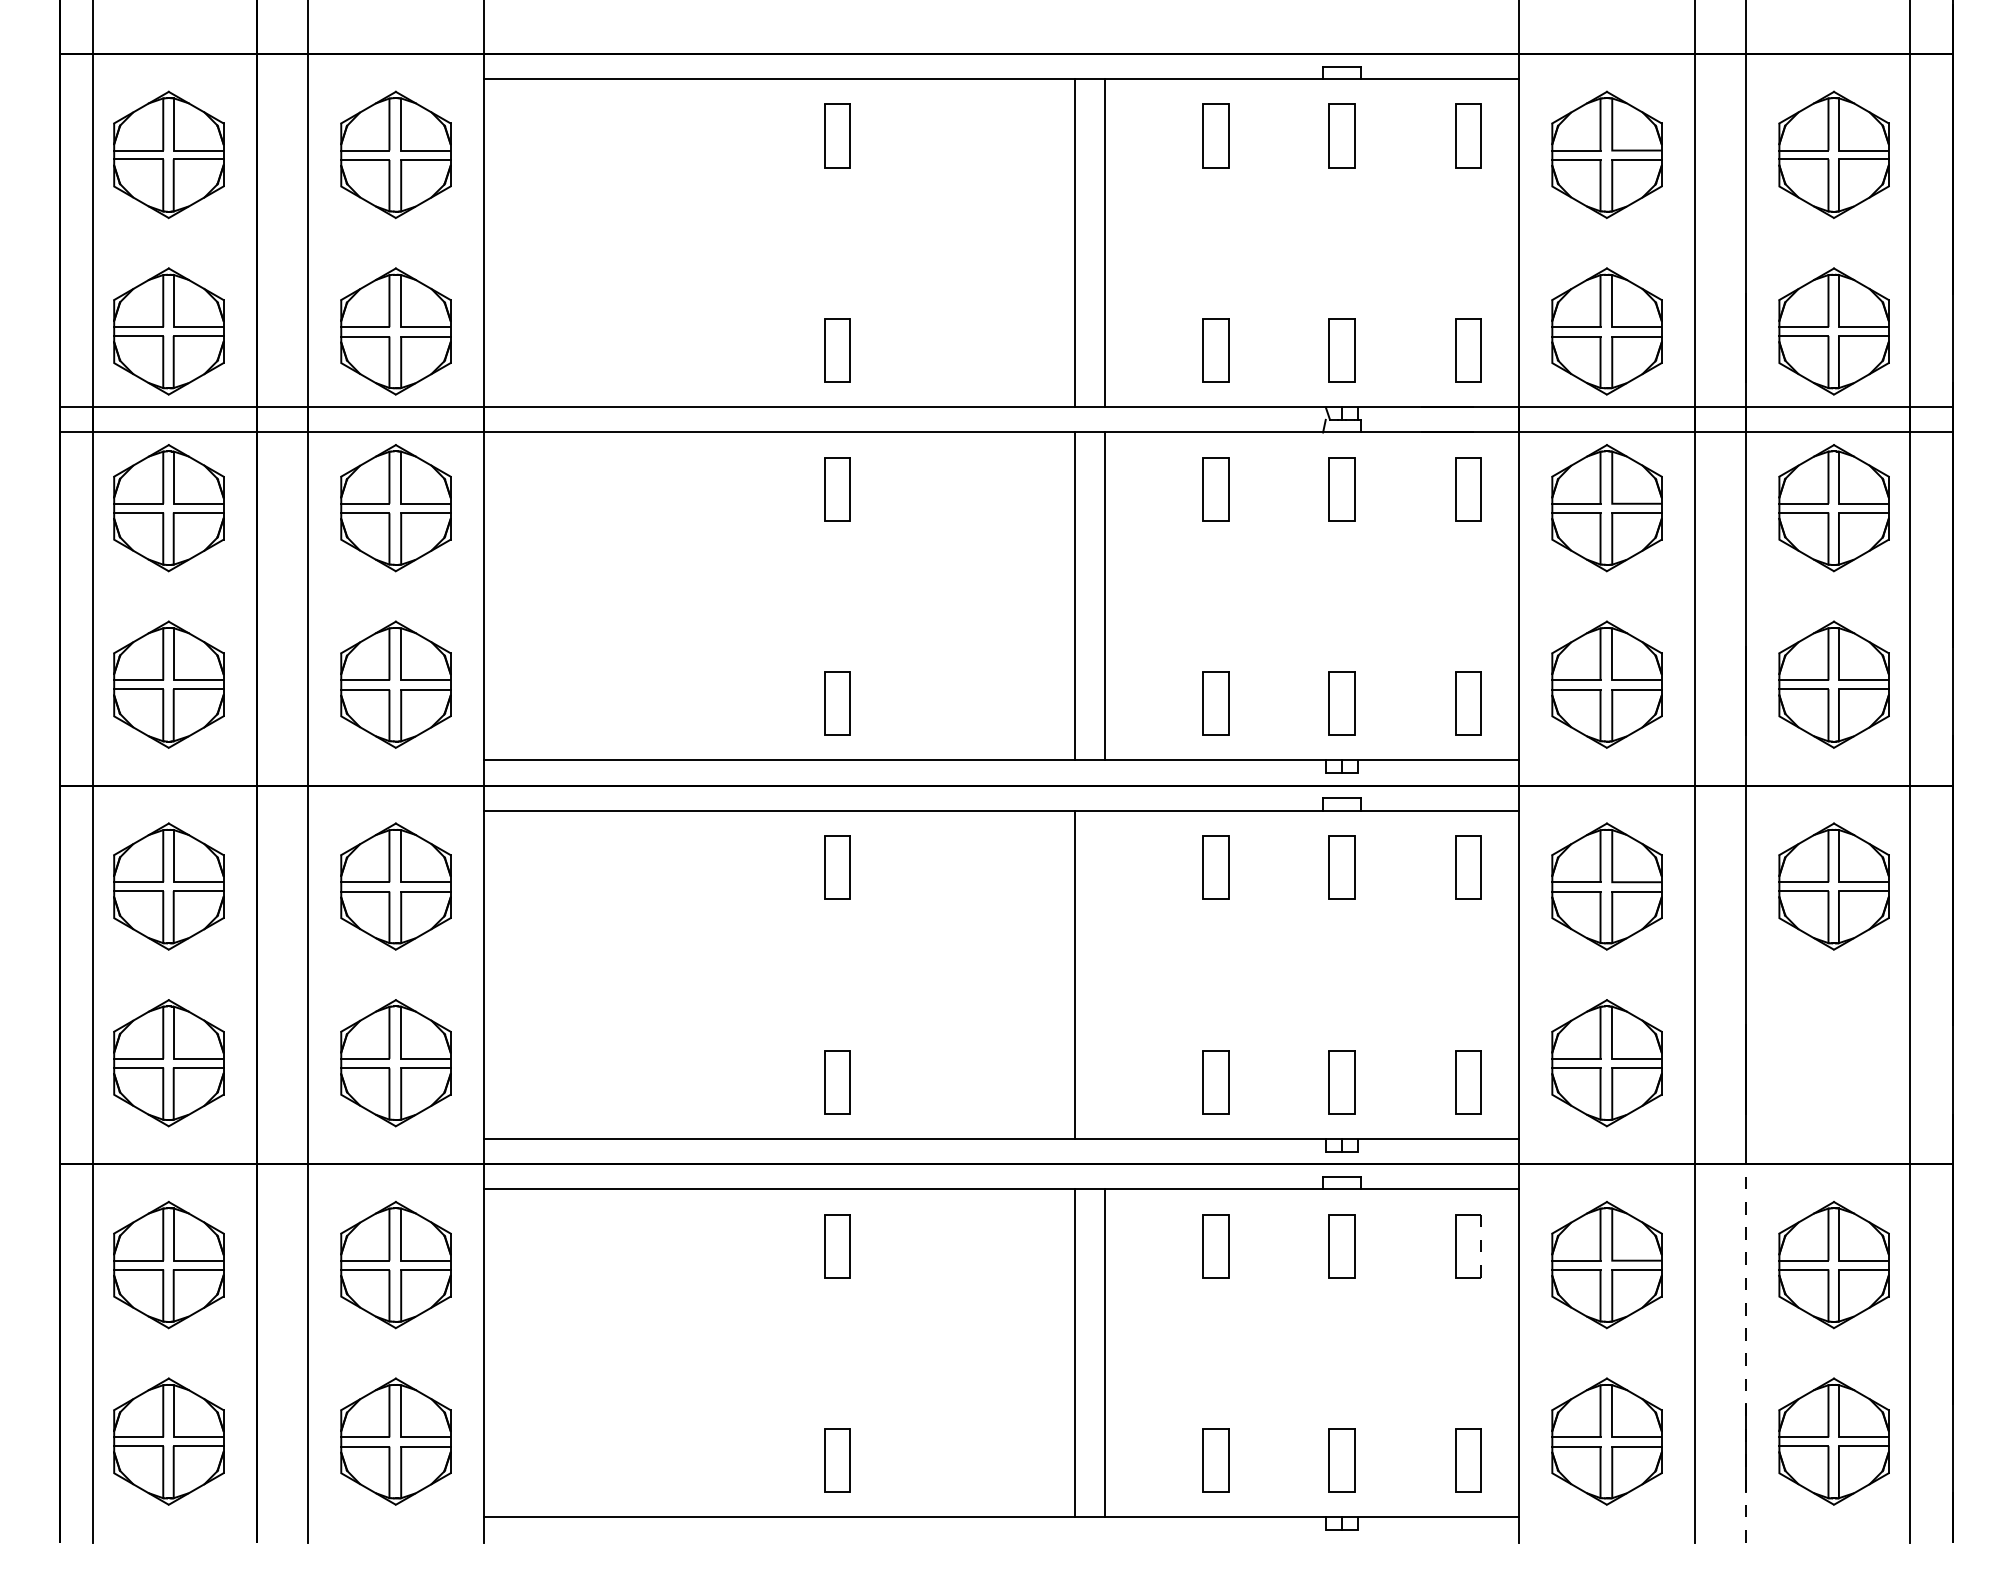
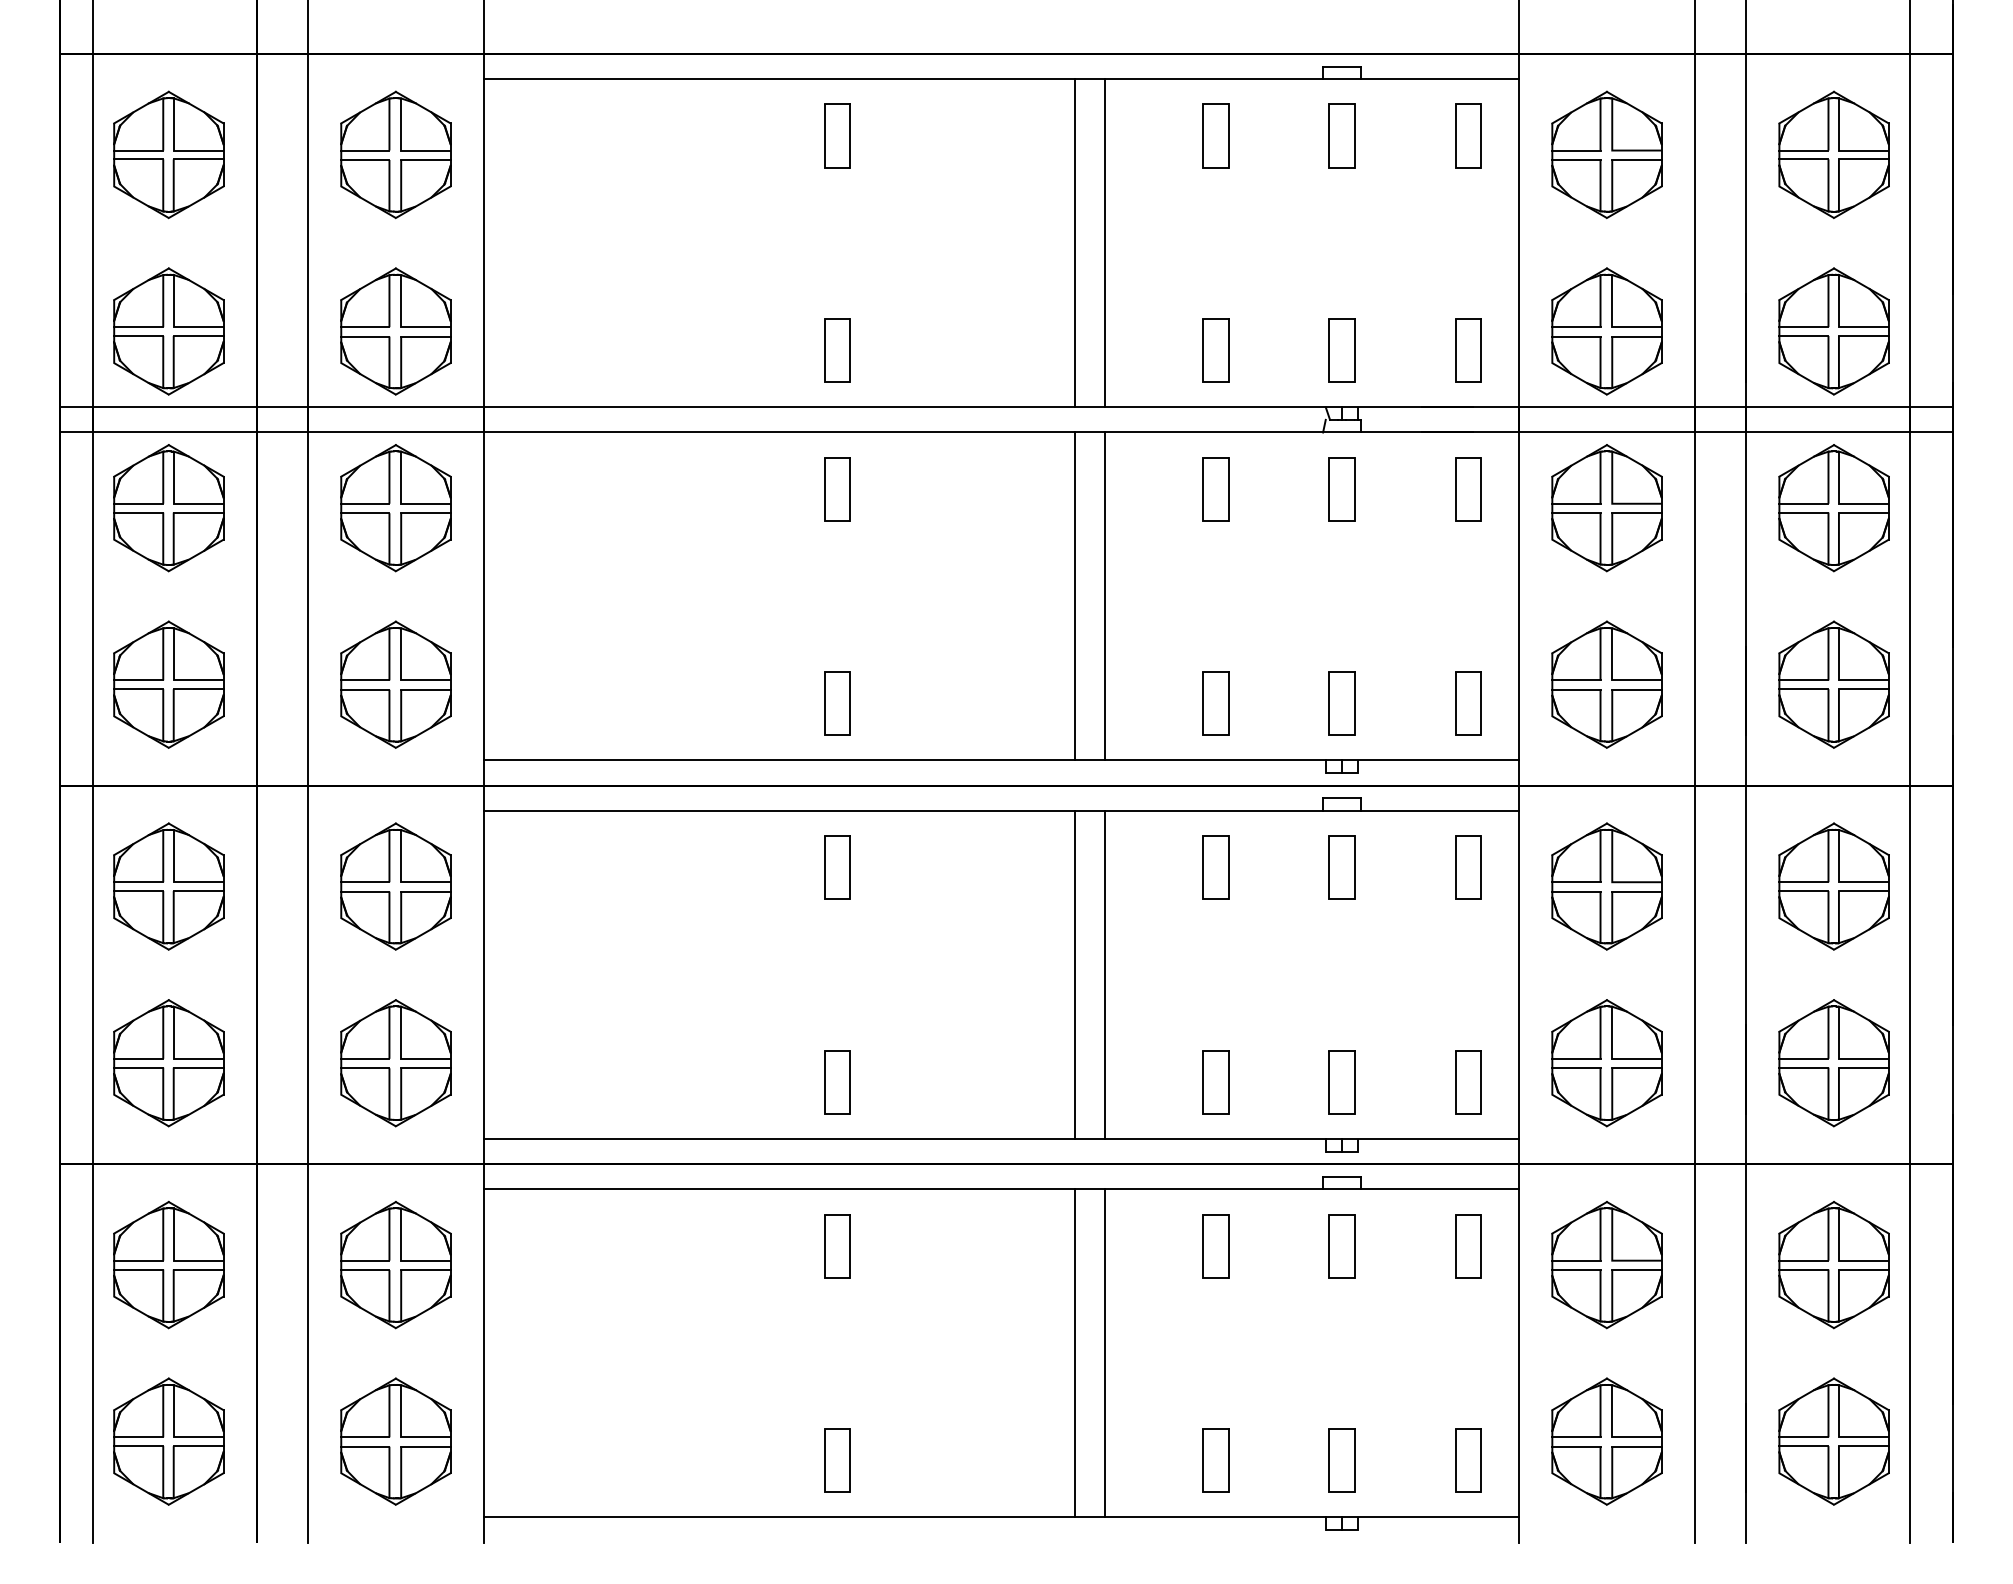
line at (1104, 974): none -> present
part at (1833, 1063): none -> present
line at (1480, 1246): dashed -> solid
line at (1745, 1352): dashed -> solid
